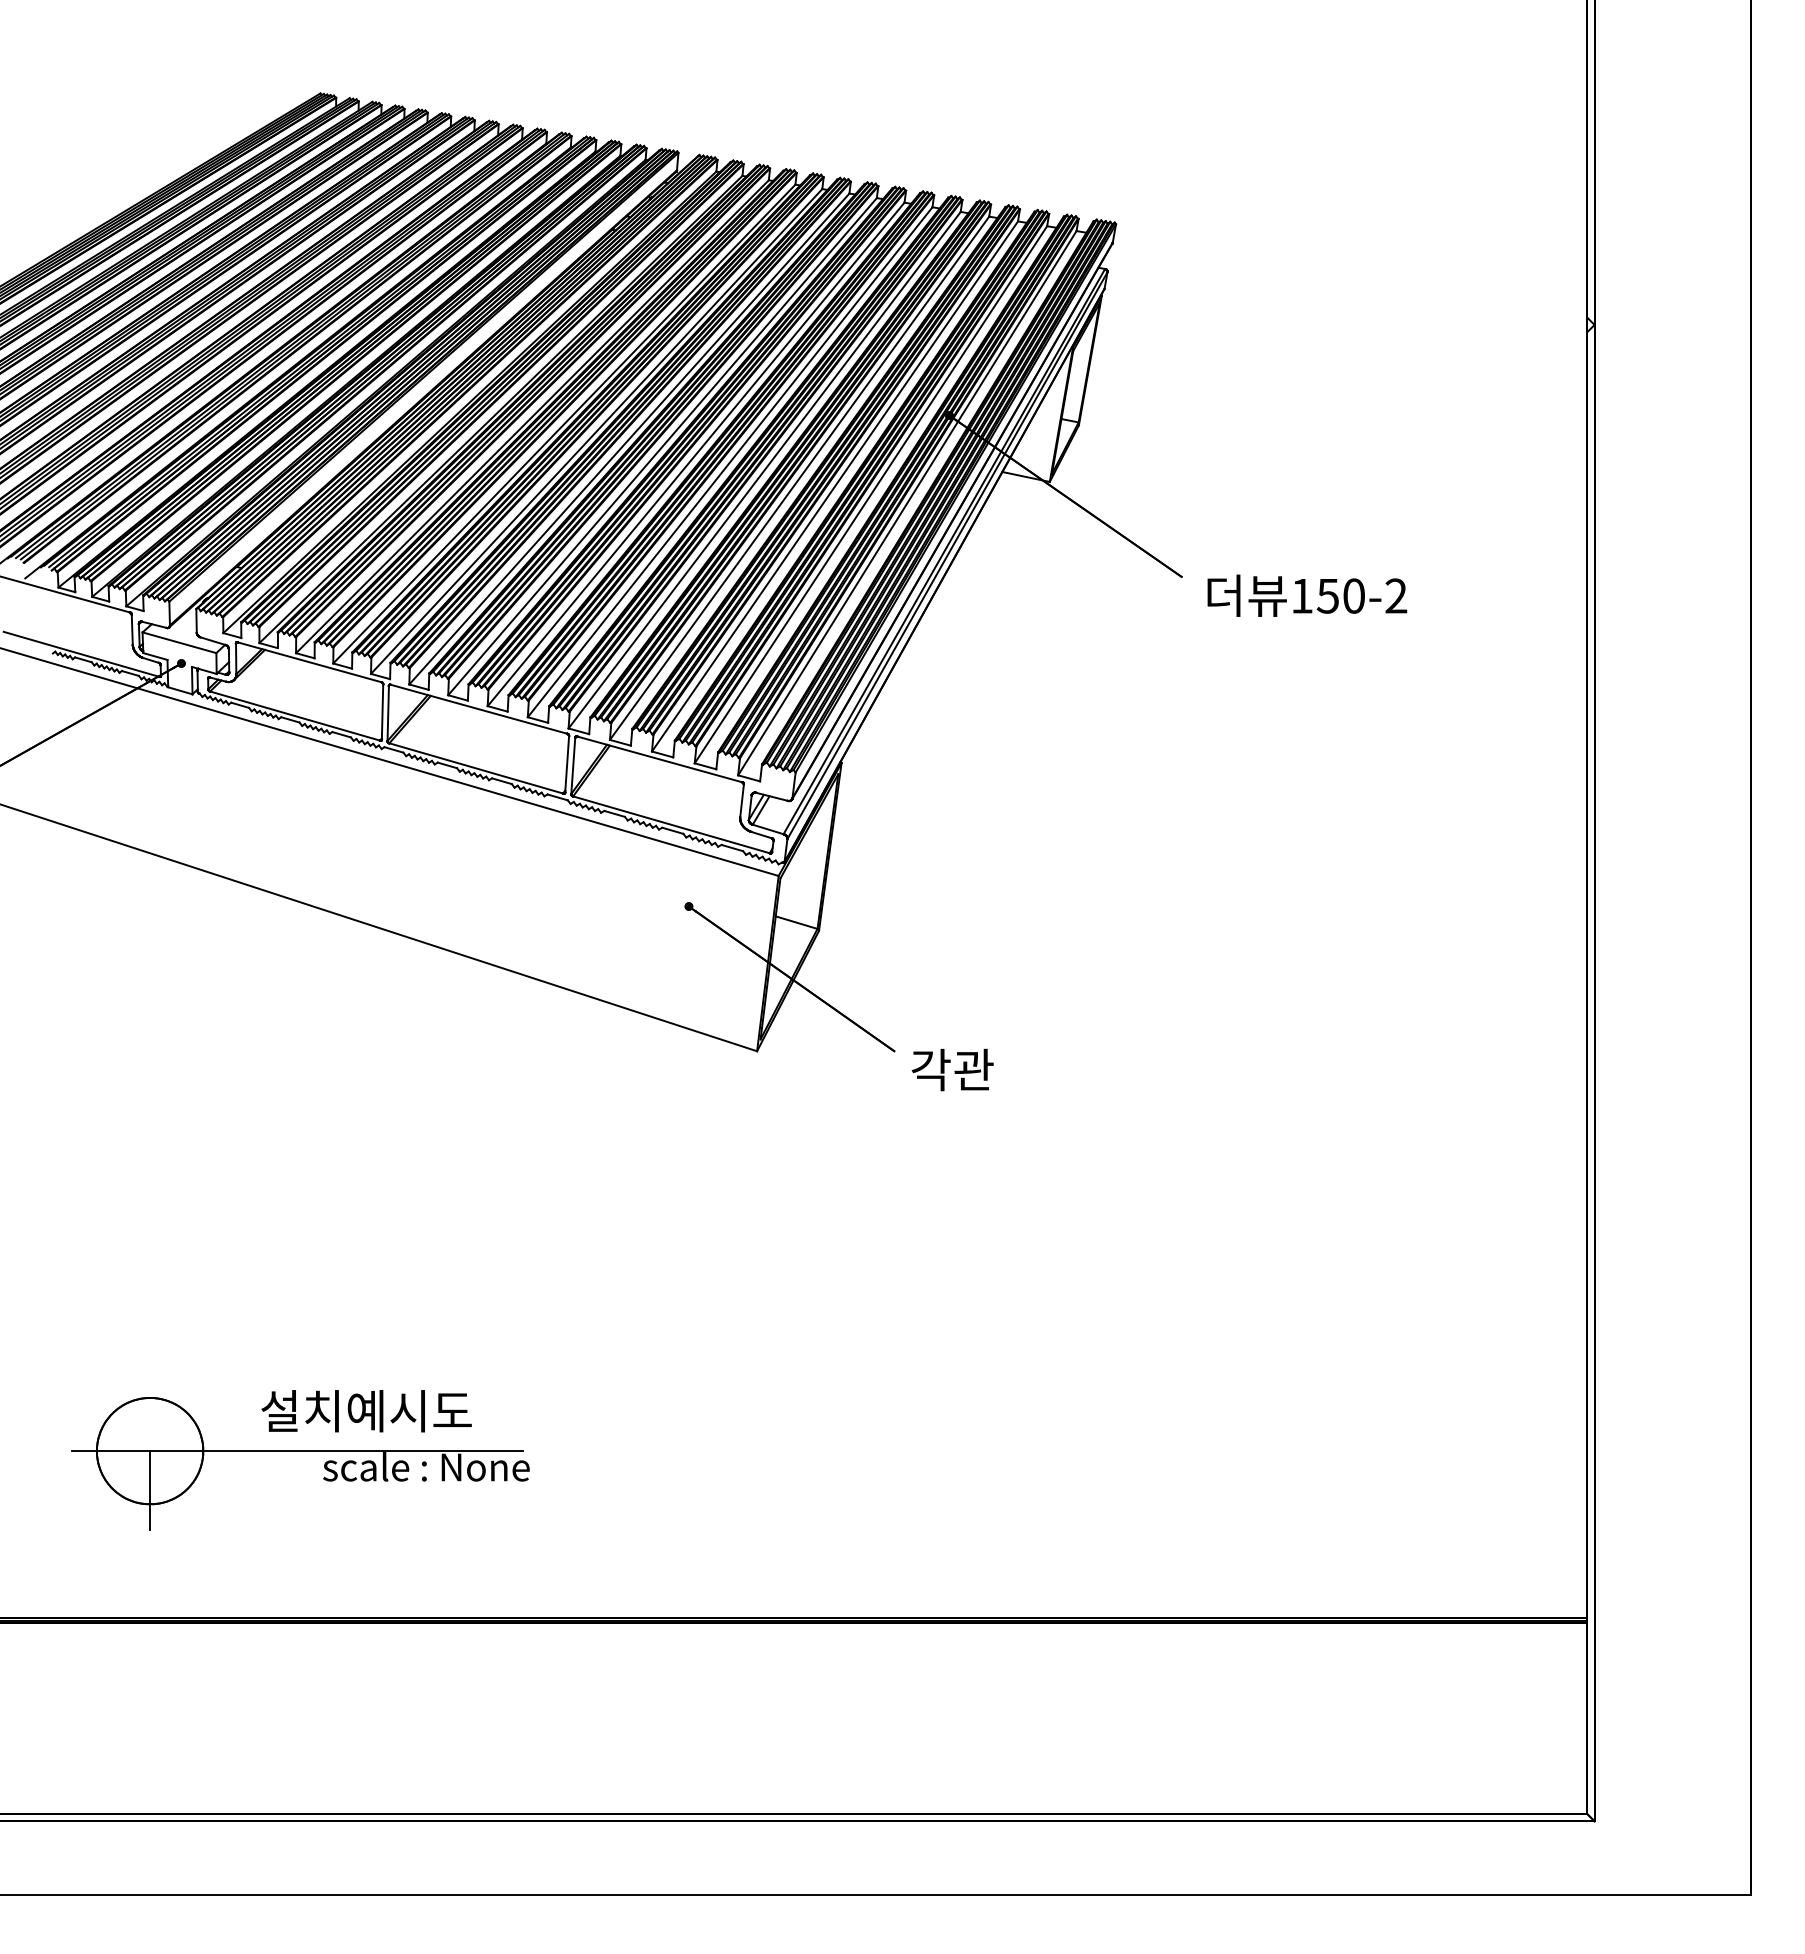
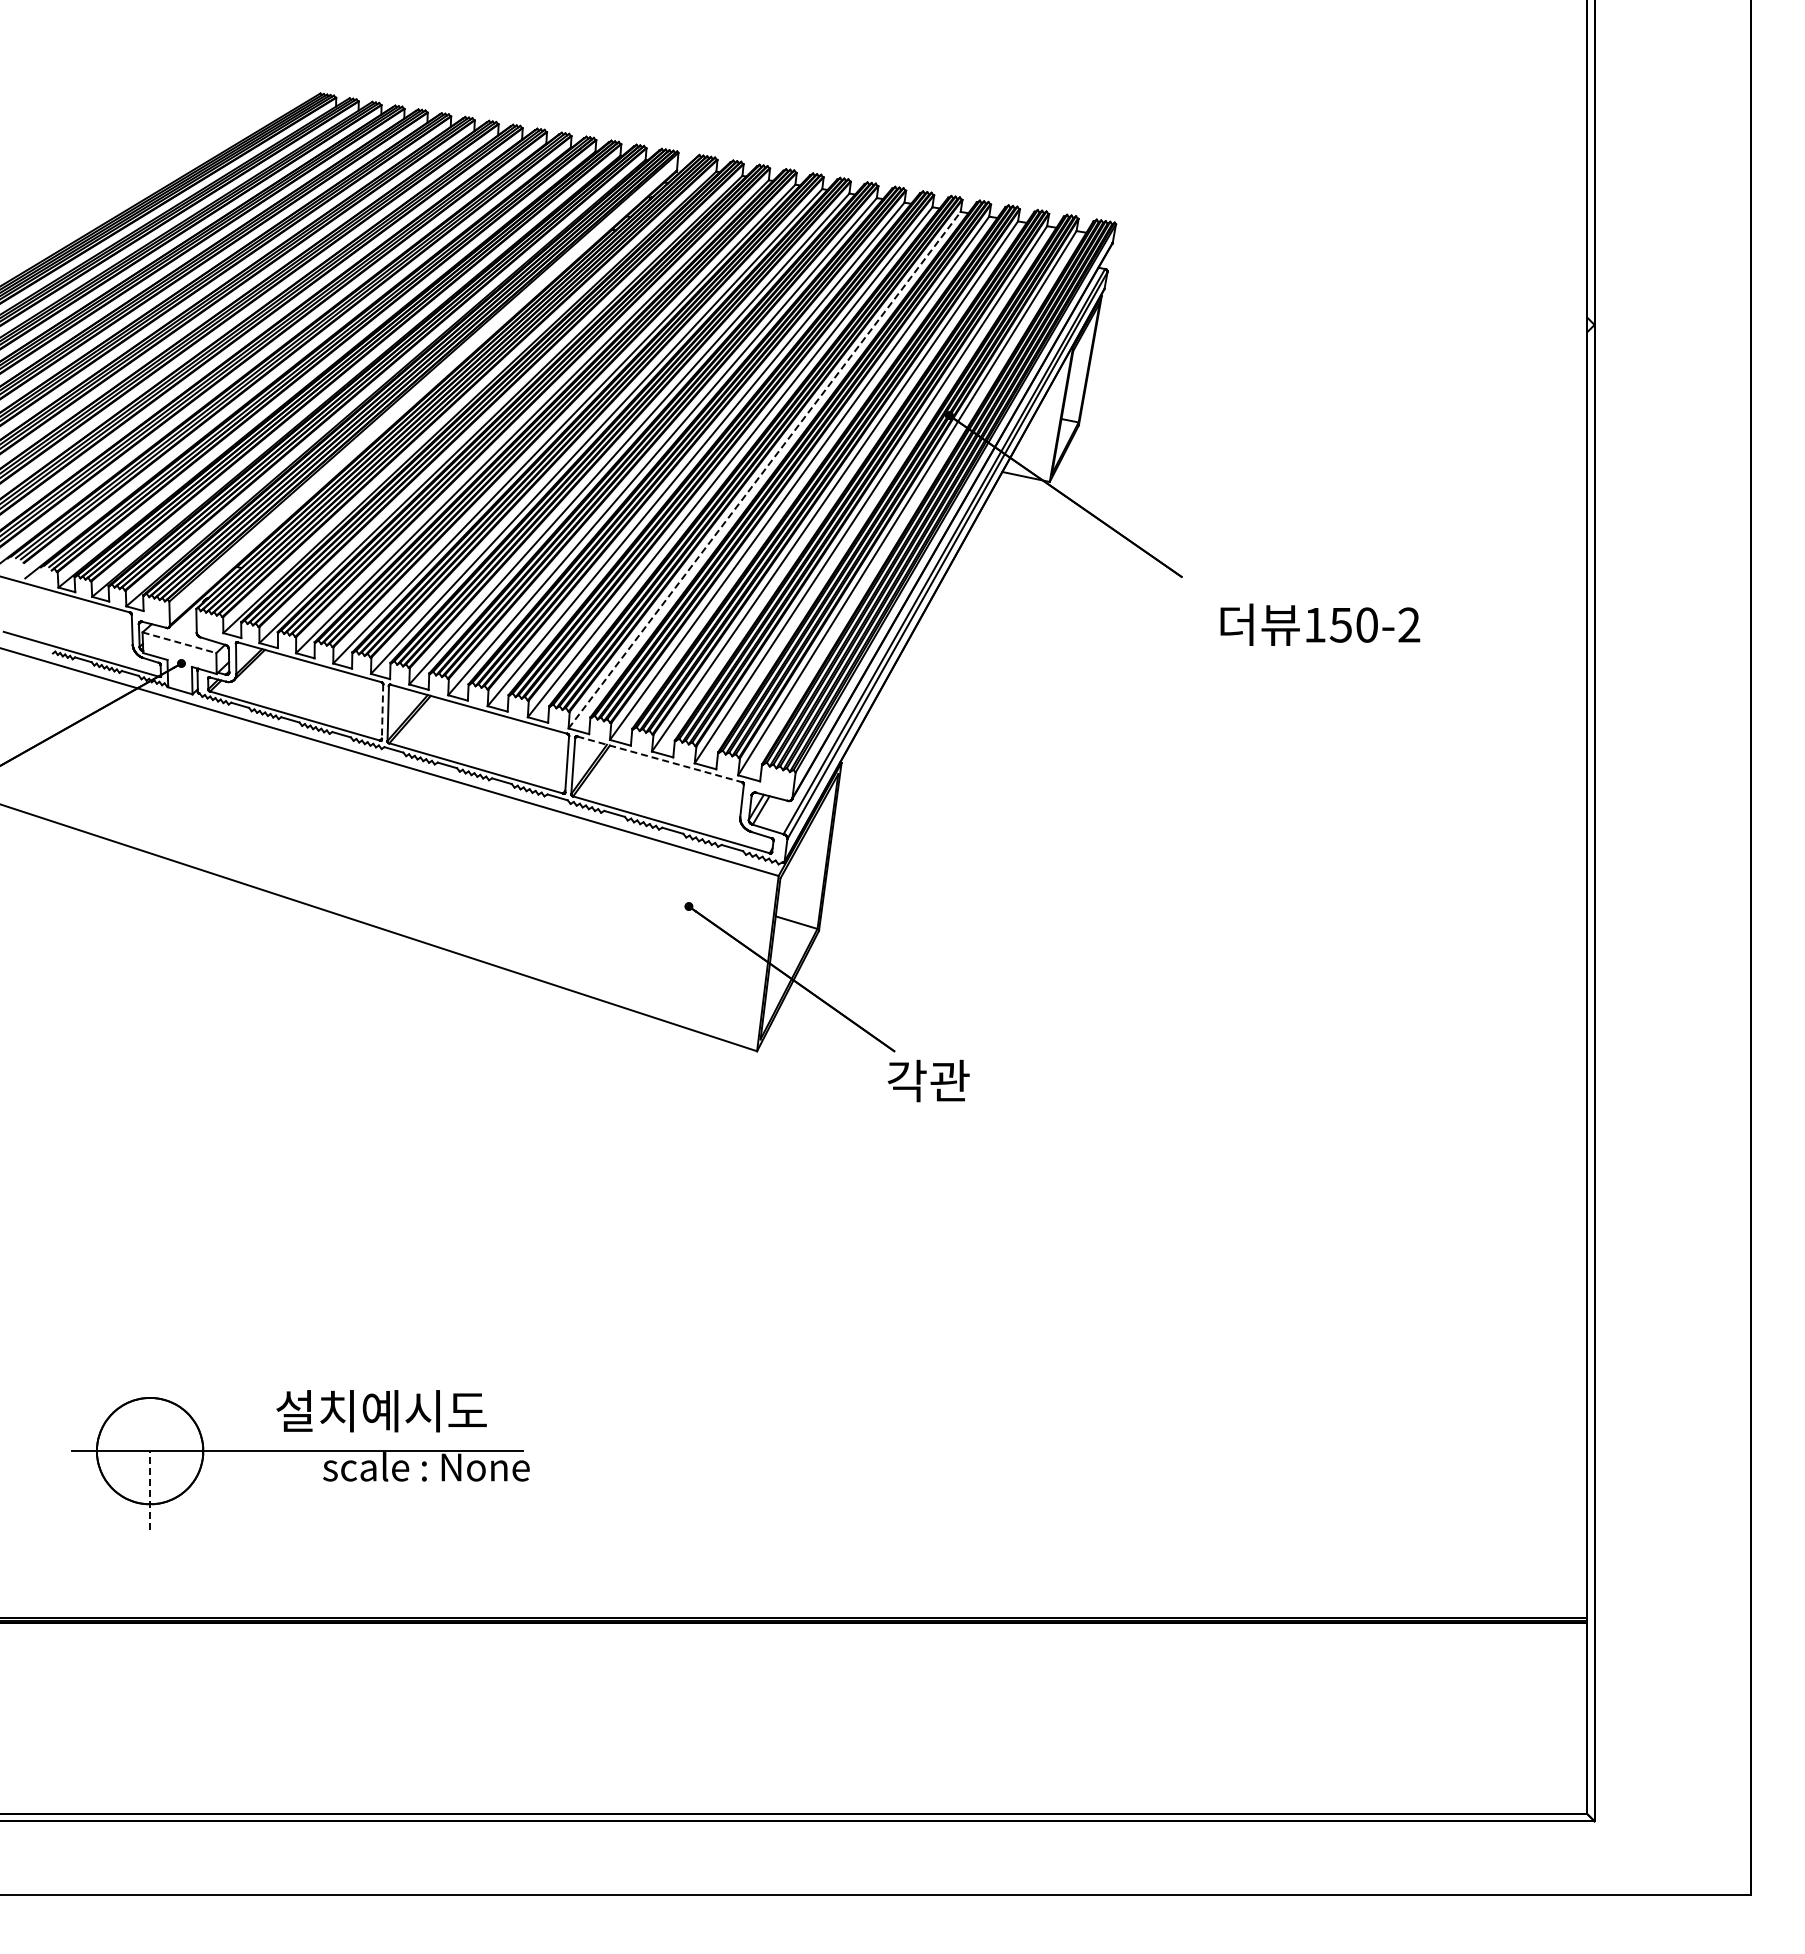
line at (764, 469): solid -> dashed
text at (1307, 595) position: (1307, 595) -> (1320, 624)
line at (179, 642): solid -> dashed
line at (382, 712): solid -> dashed
line at (660, 759): solid -> dashed
text at (952, 1069) position: (952, 1069) -> (928, 1080)
text at (366, 1411) position: (366, 1411) -> (381, 1411)
line at (150, 1489): solid -> dashed
